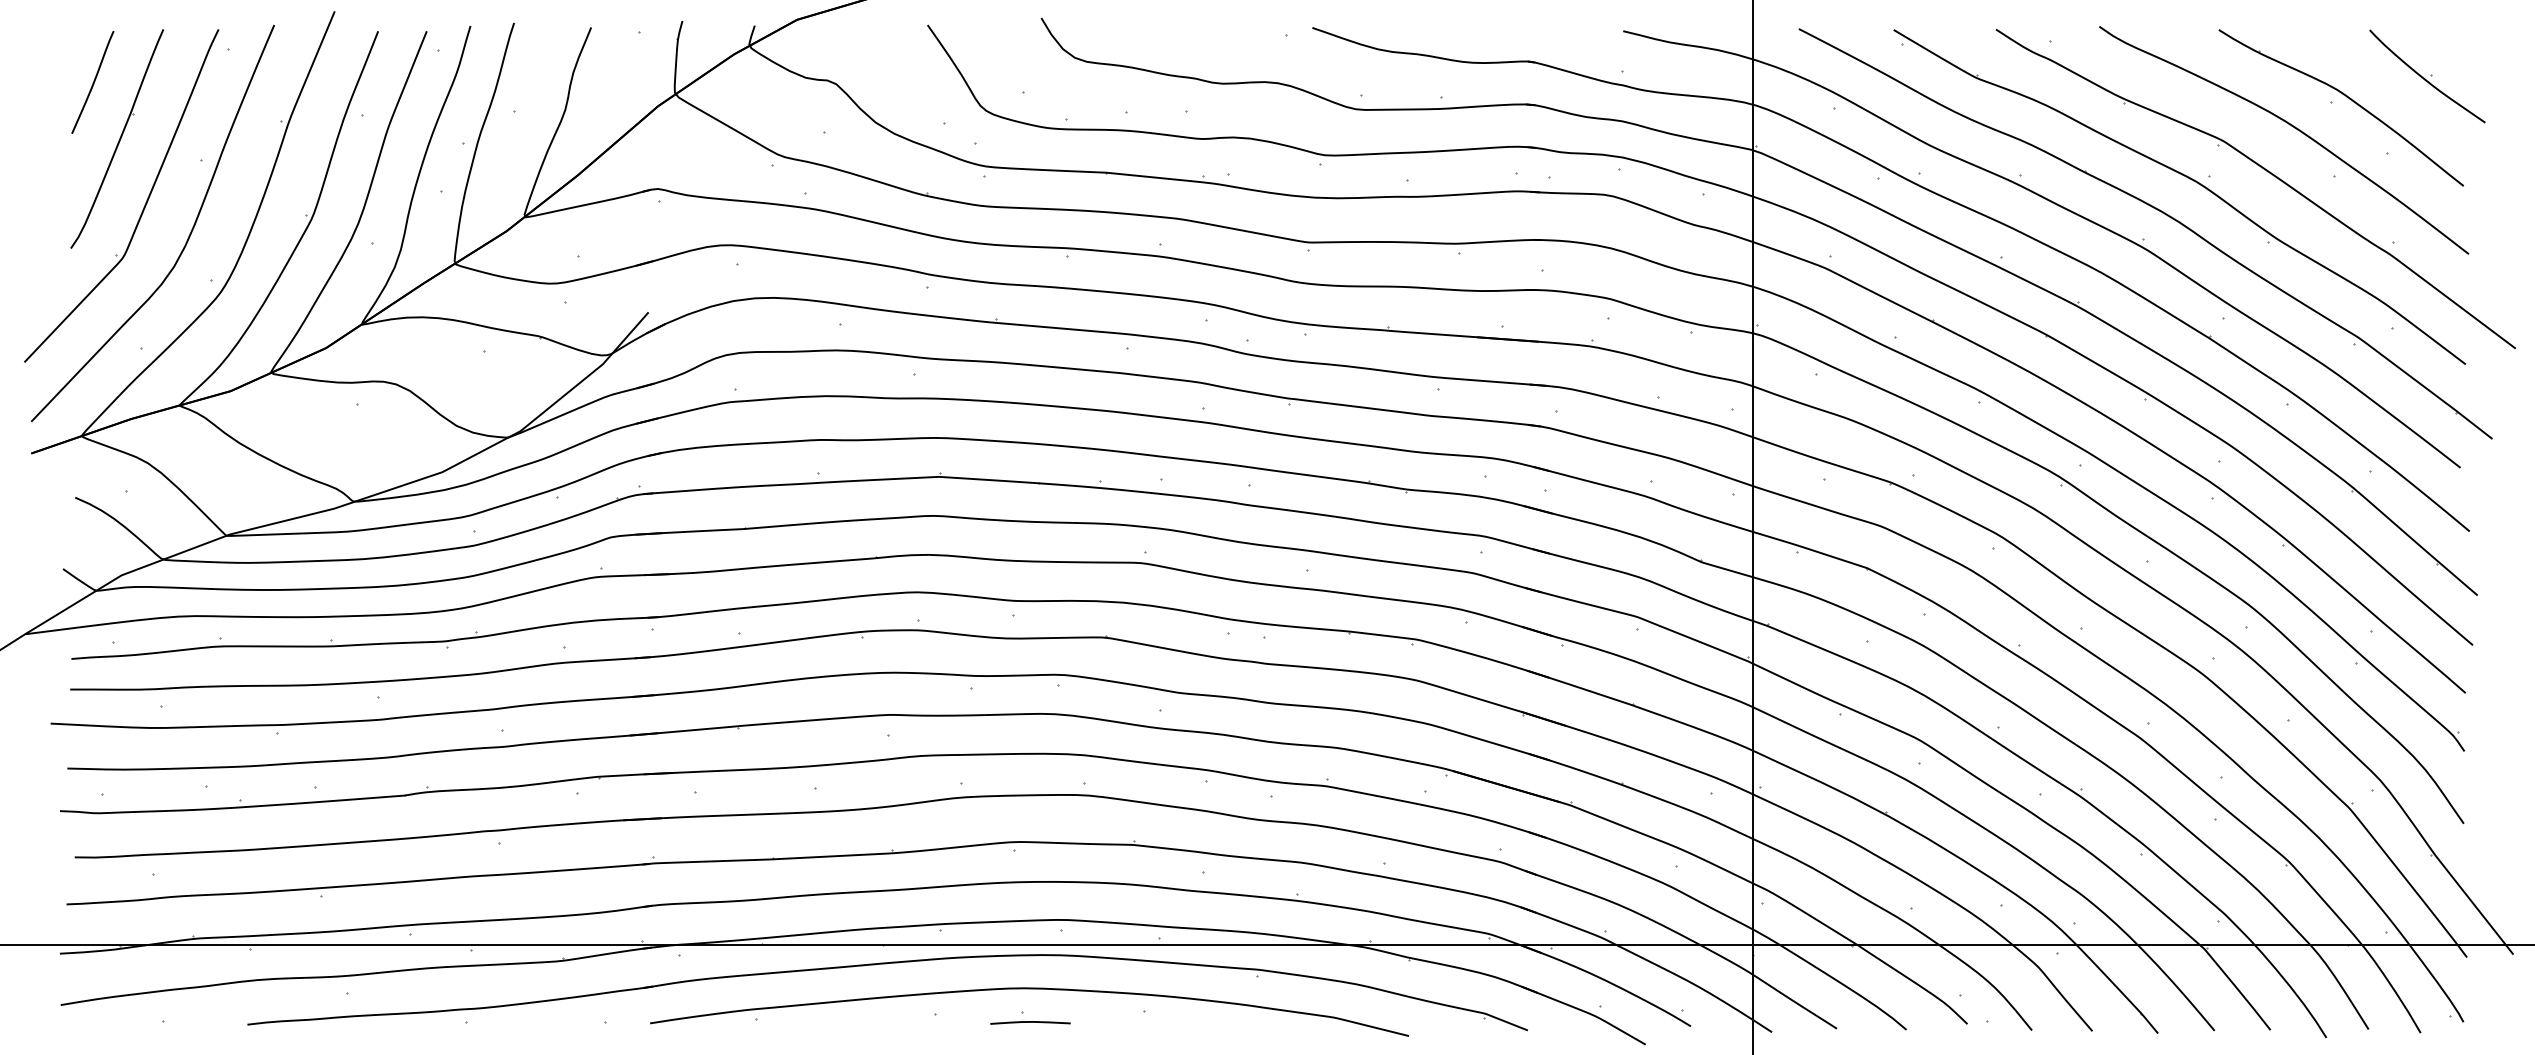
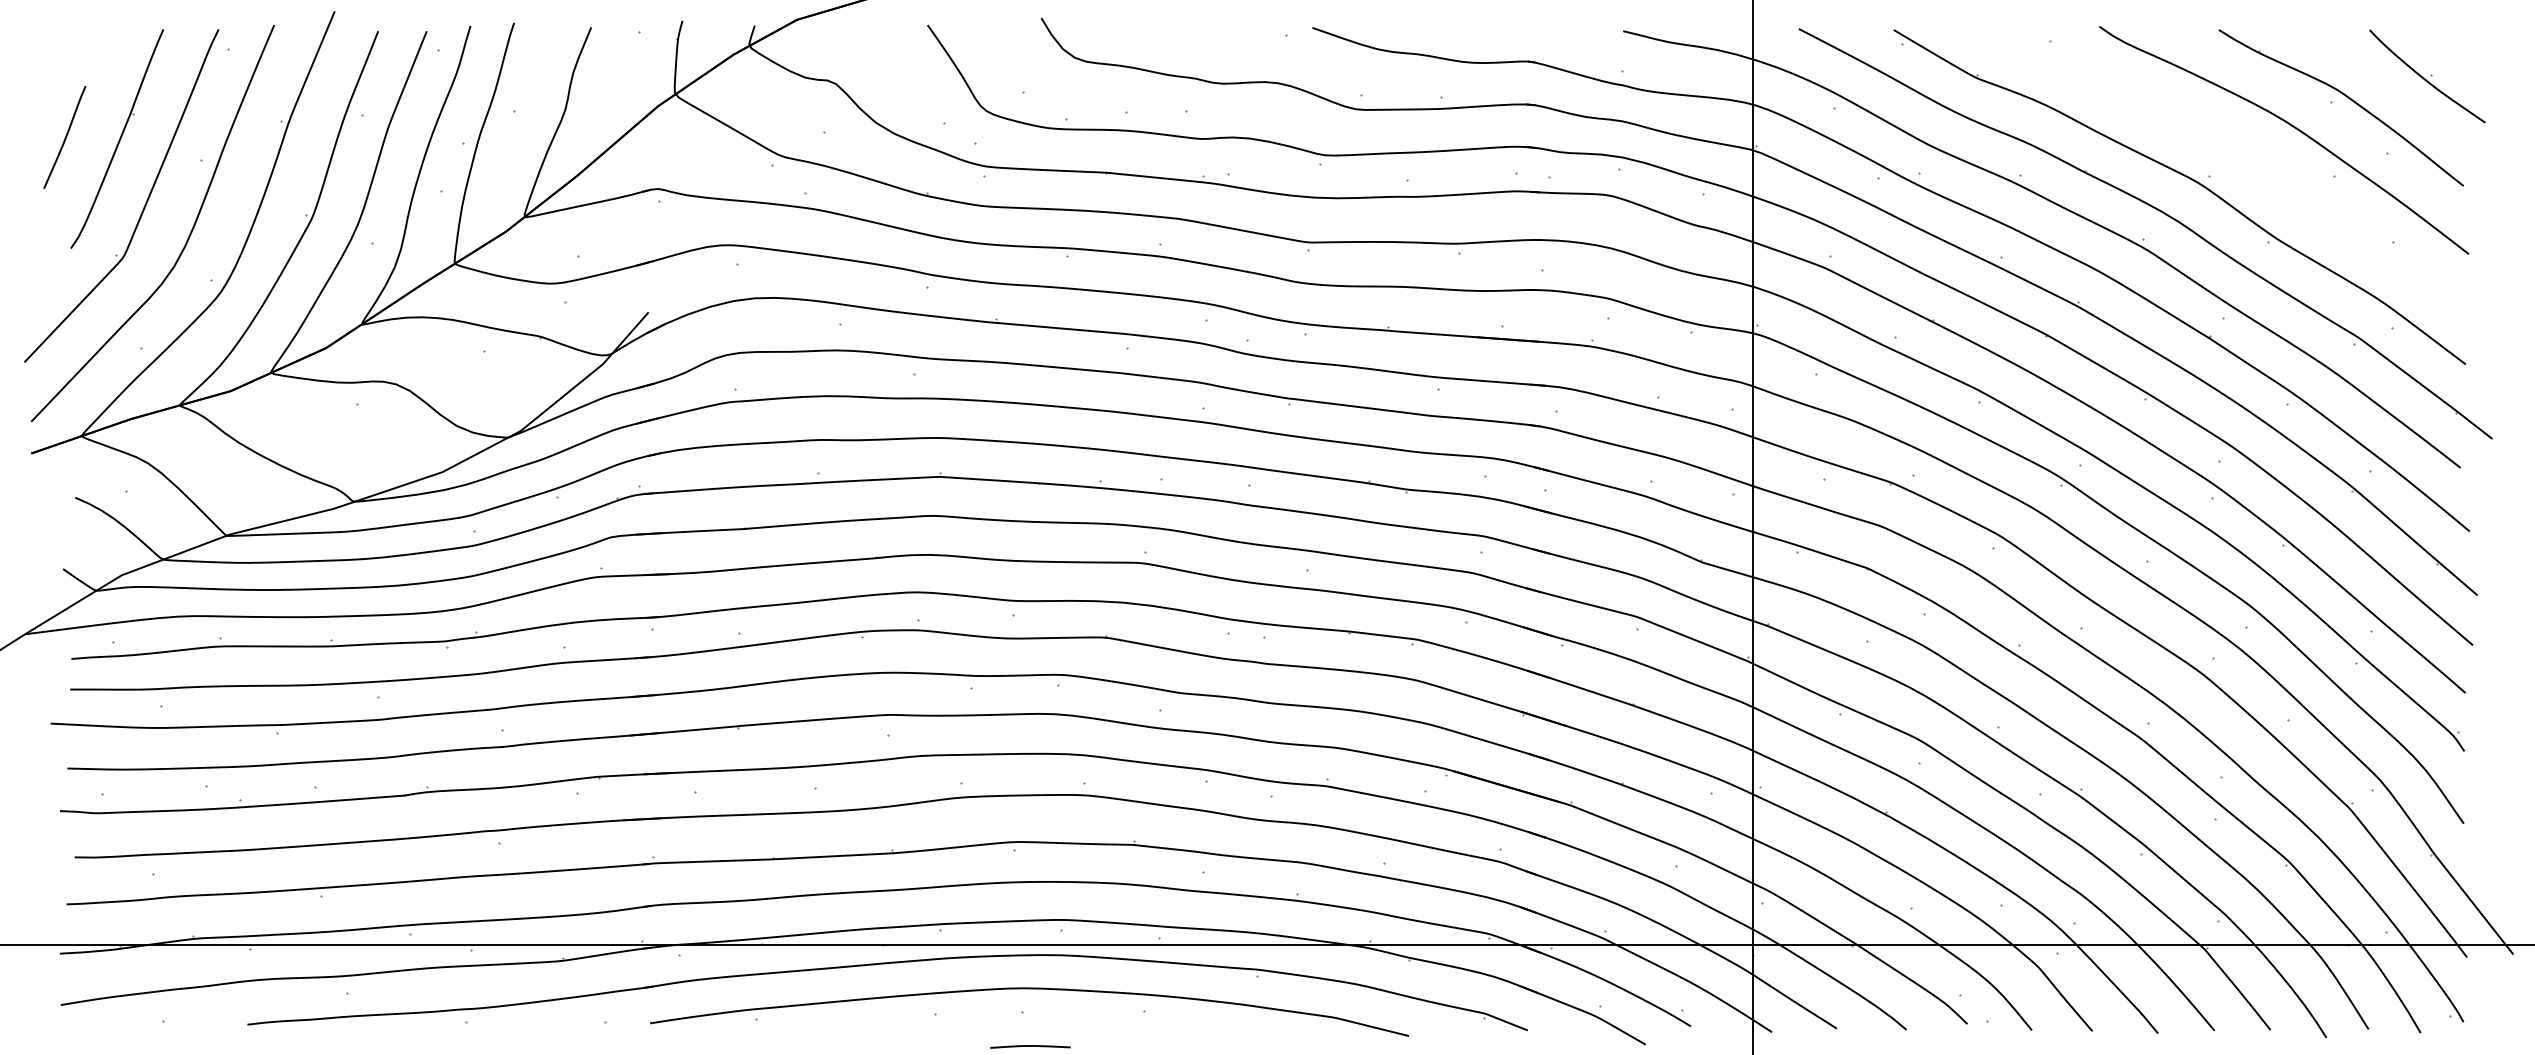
curve at (93, 82) position: (93, 82) -> (65, 137)
part at (2267, 172): present -> none
line at (1030, 1022) position: (1030, 1022) -> (1030, 1046)
